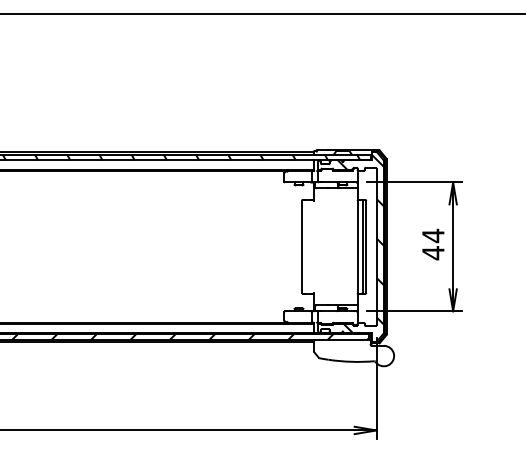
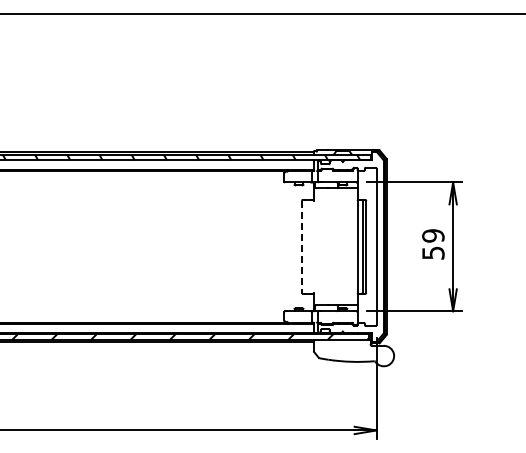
hatch at (360, 244): present -> none
text at (433, 244): 44 -> 59
line at (301, 246): solid -> dashed
